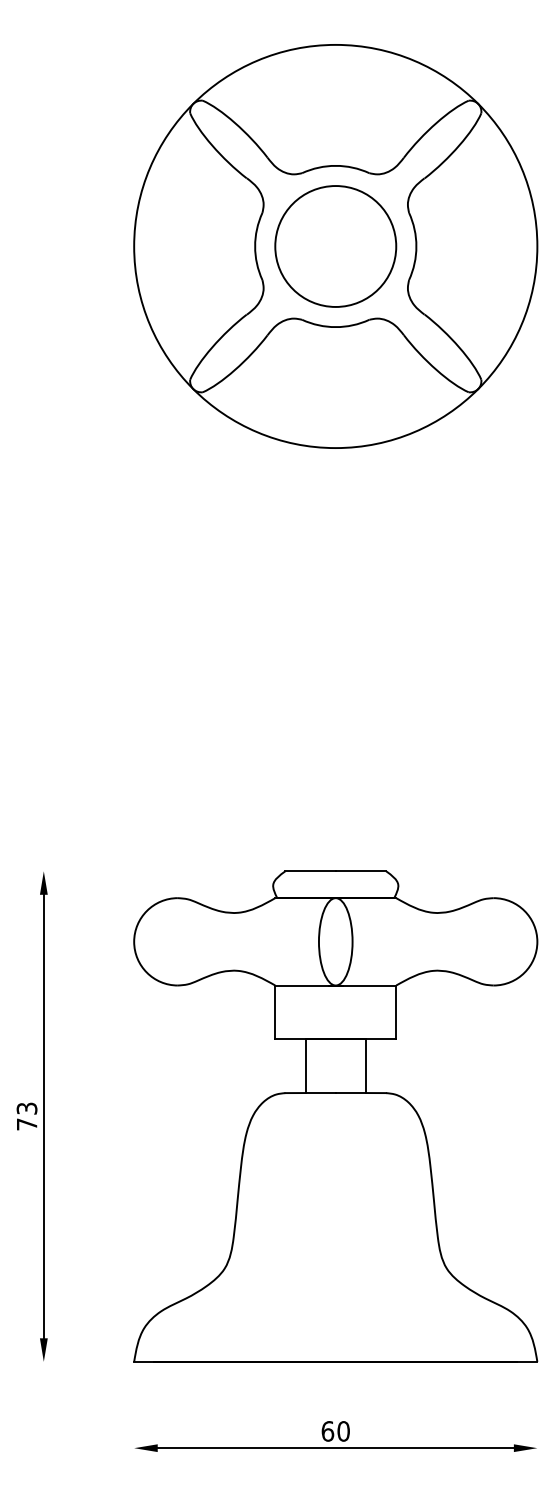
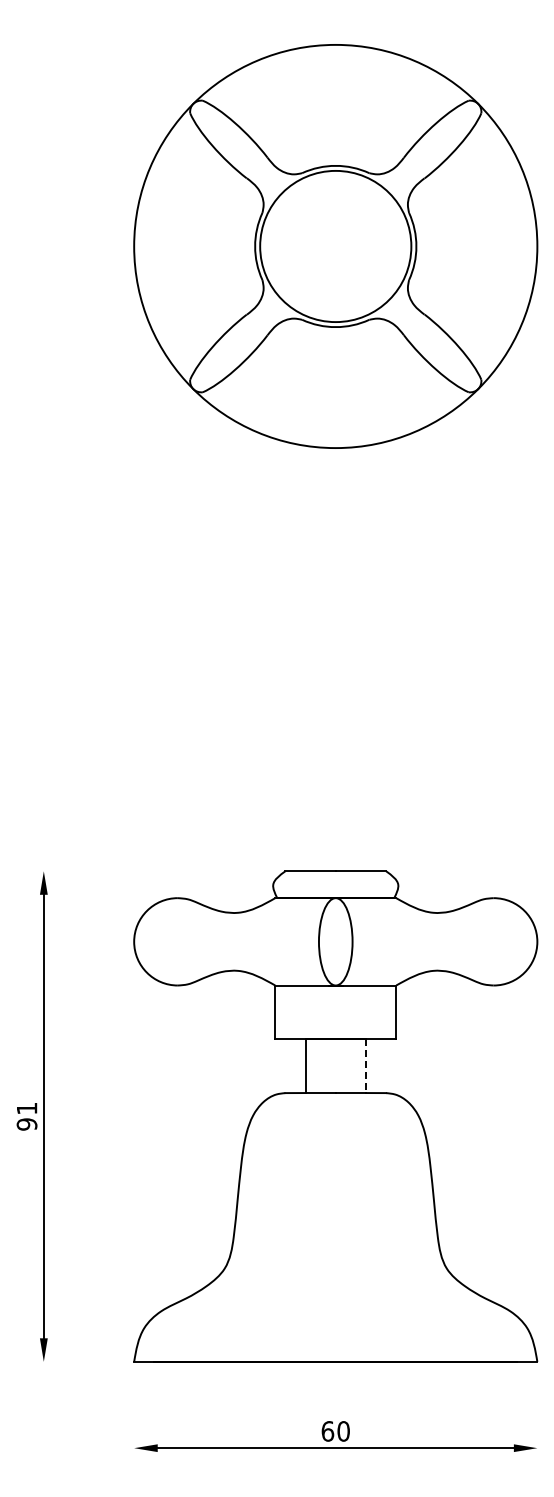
circle at (335, 246) diameter: 121 px -> 151 px
line at (366, 1066): solid -> dashed
text at (26, 1116): 73 -> 91
